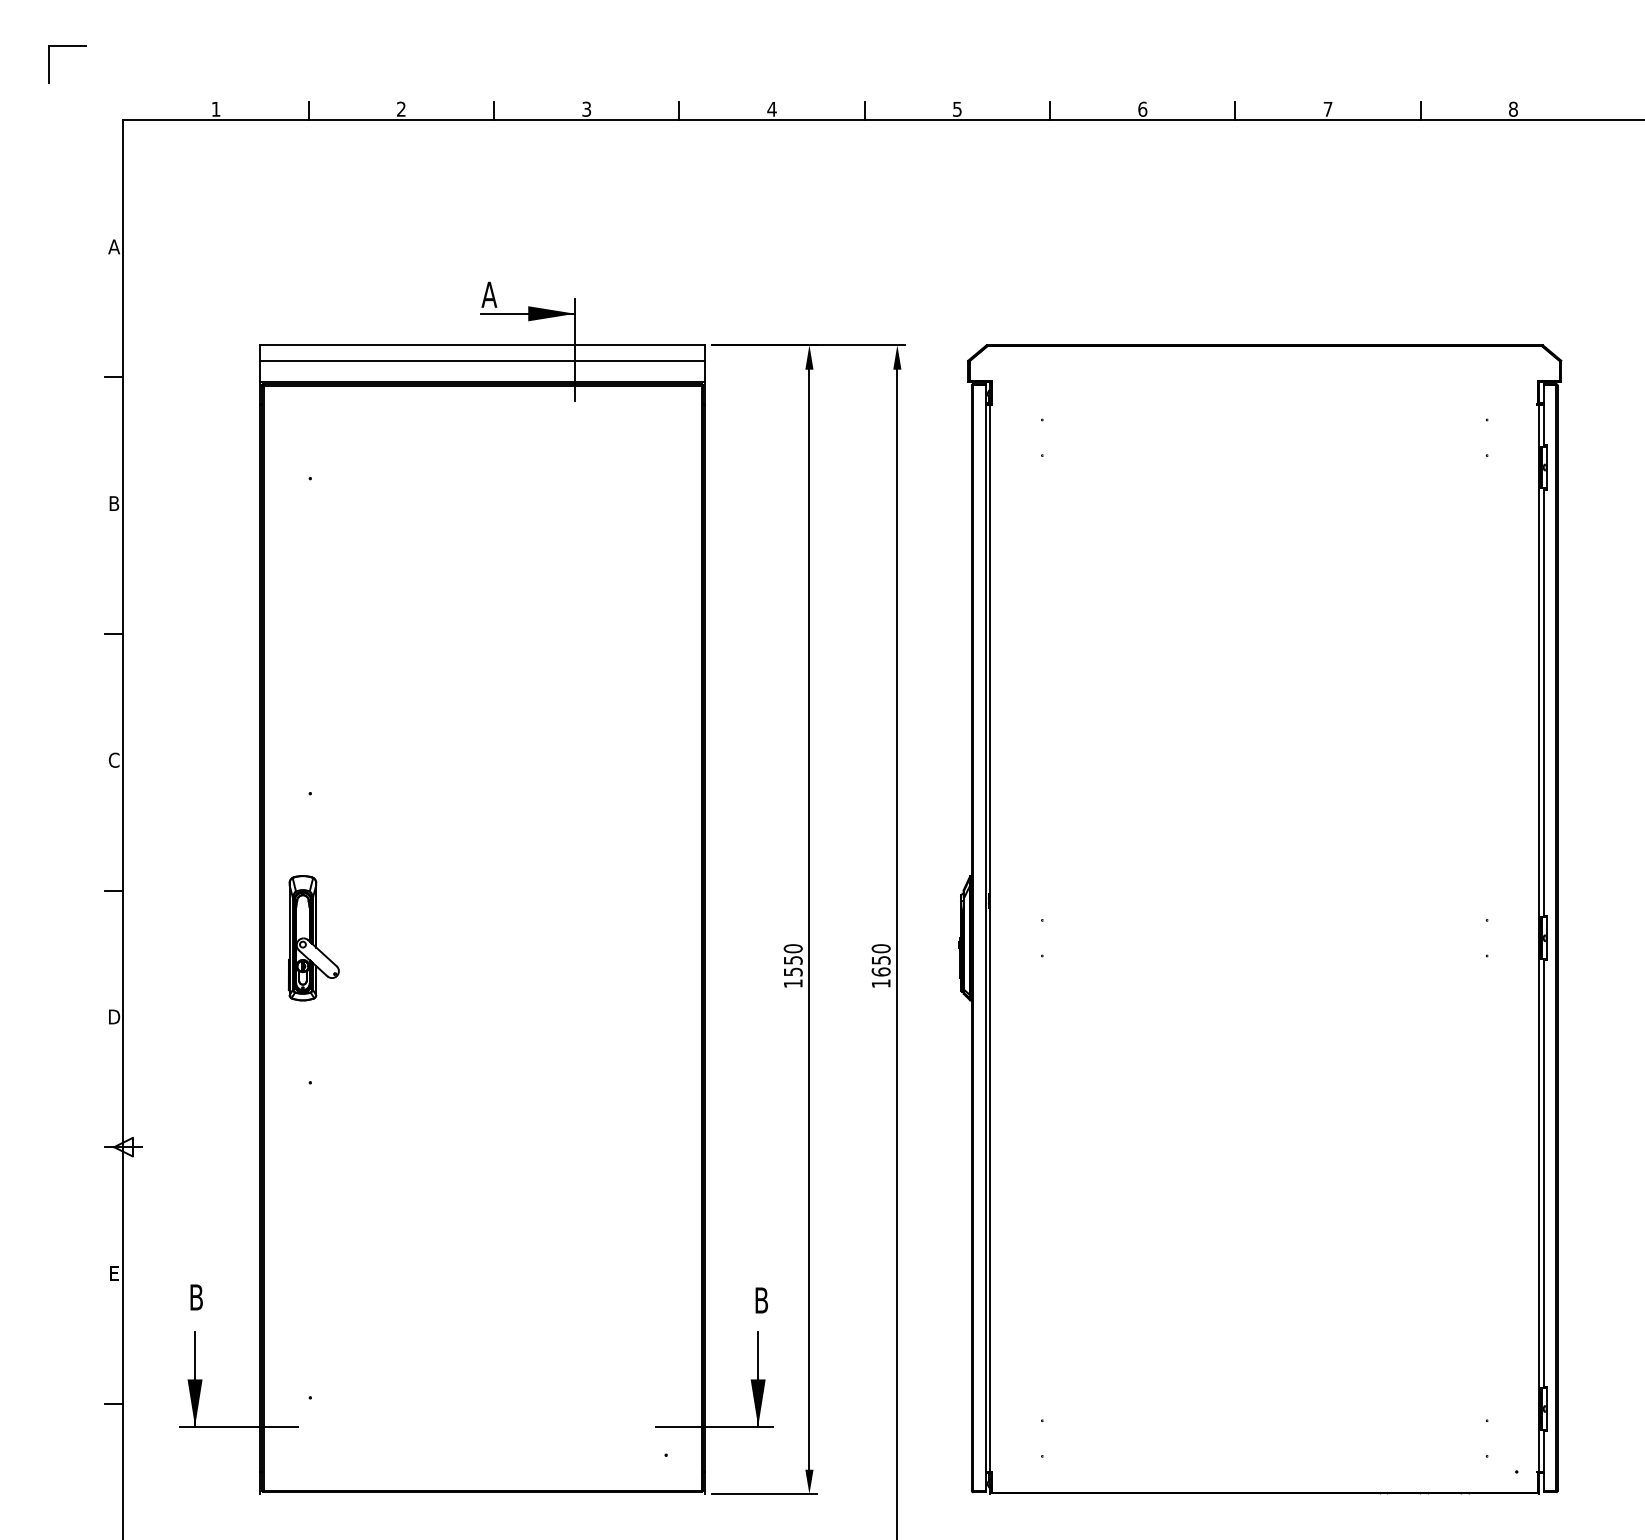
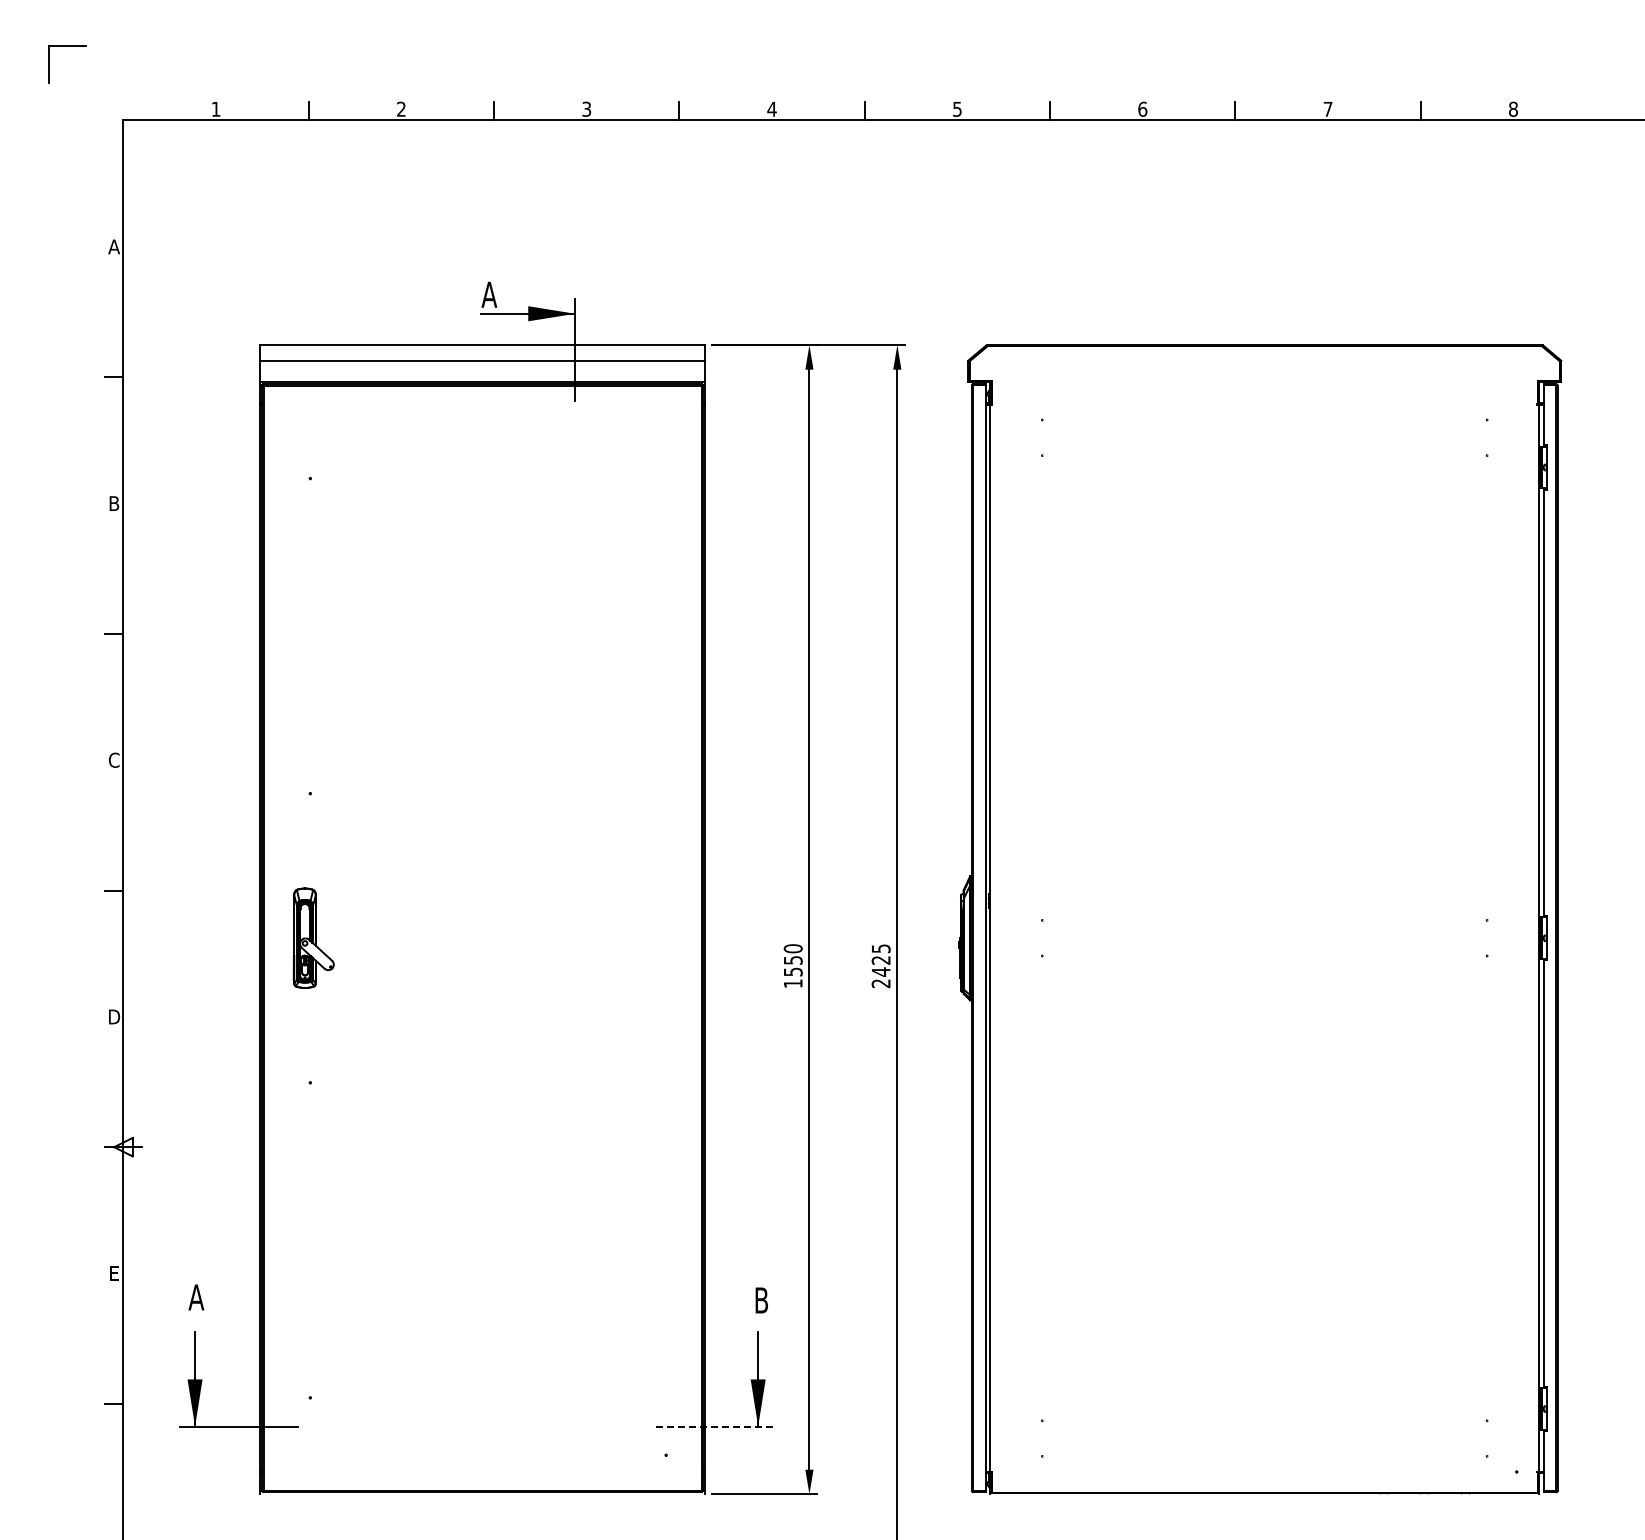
part at (313, 938) size: 53x127 px -> 43x102 px
text at (880, 966): 1650 -> 2425
text at (196, 1297): B -> A
line at (714, 1426): solid -> dashed
